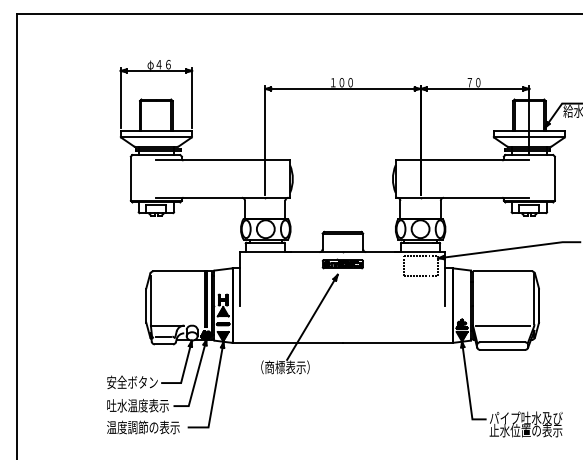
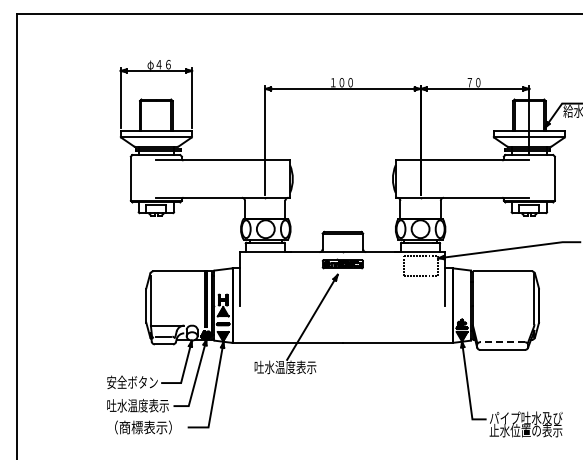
line at (503, 325): present -> none
line at (502, 342): solid -> dashed
text at (285, 367): （商標表示） -> 吐水温度表示
text at (143, 427): 温度調節の表示 -> （商標表示）
